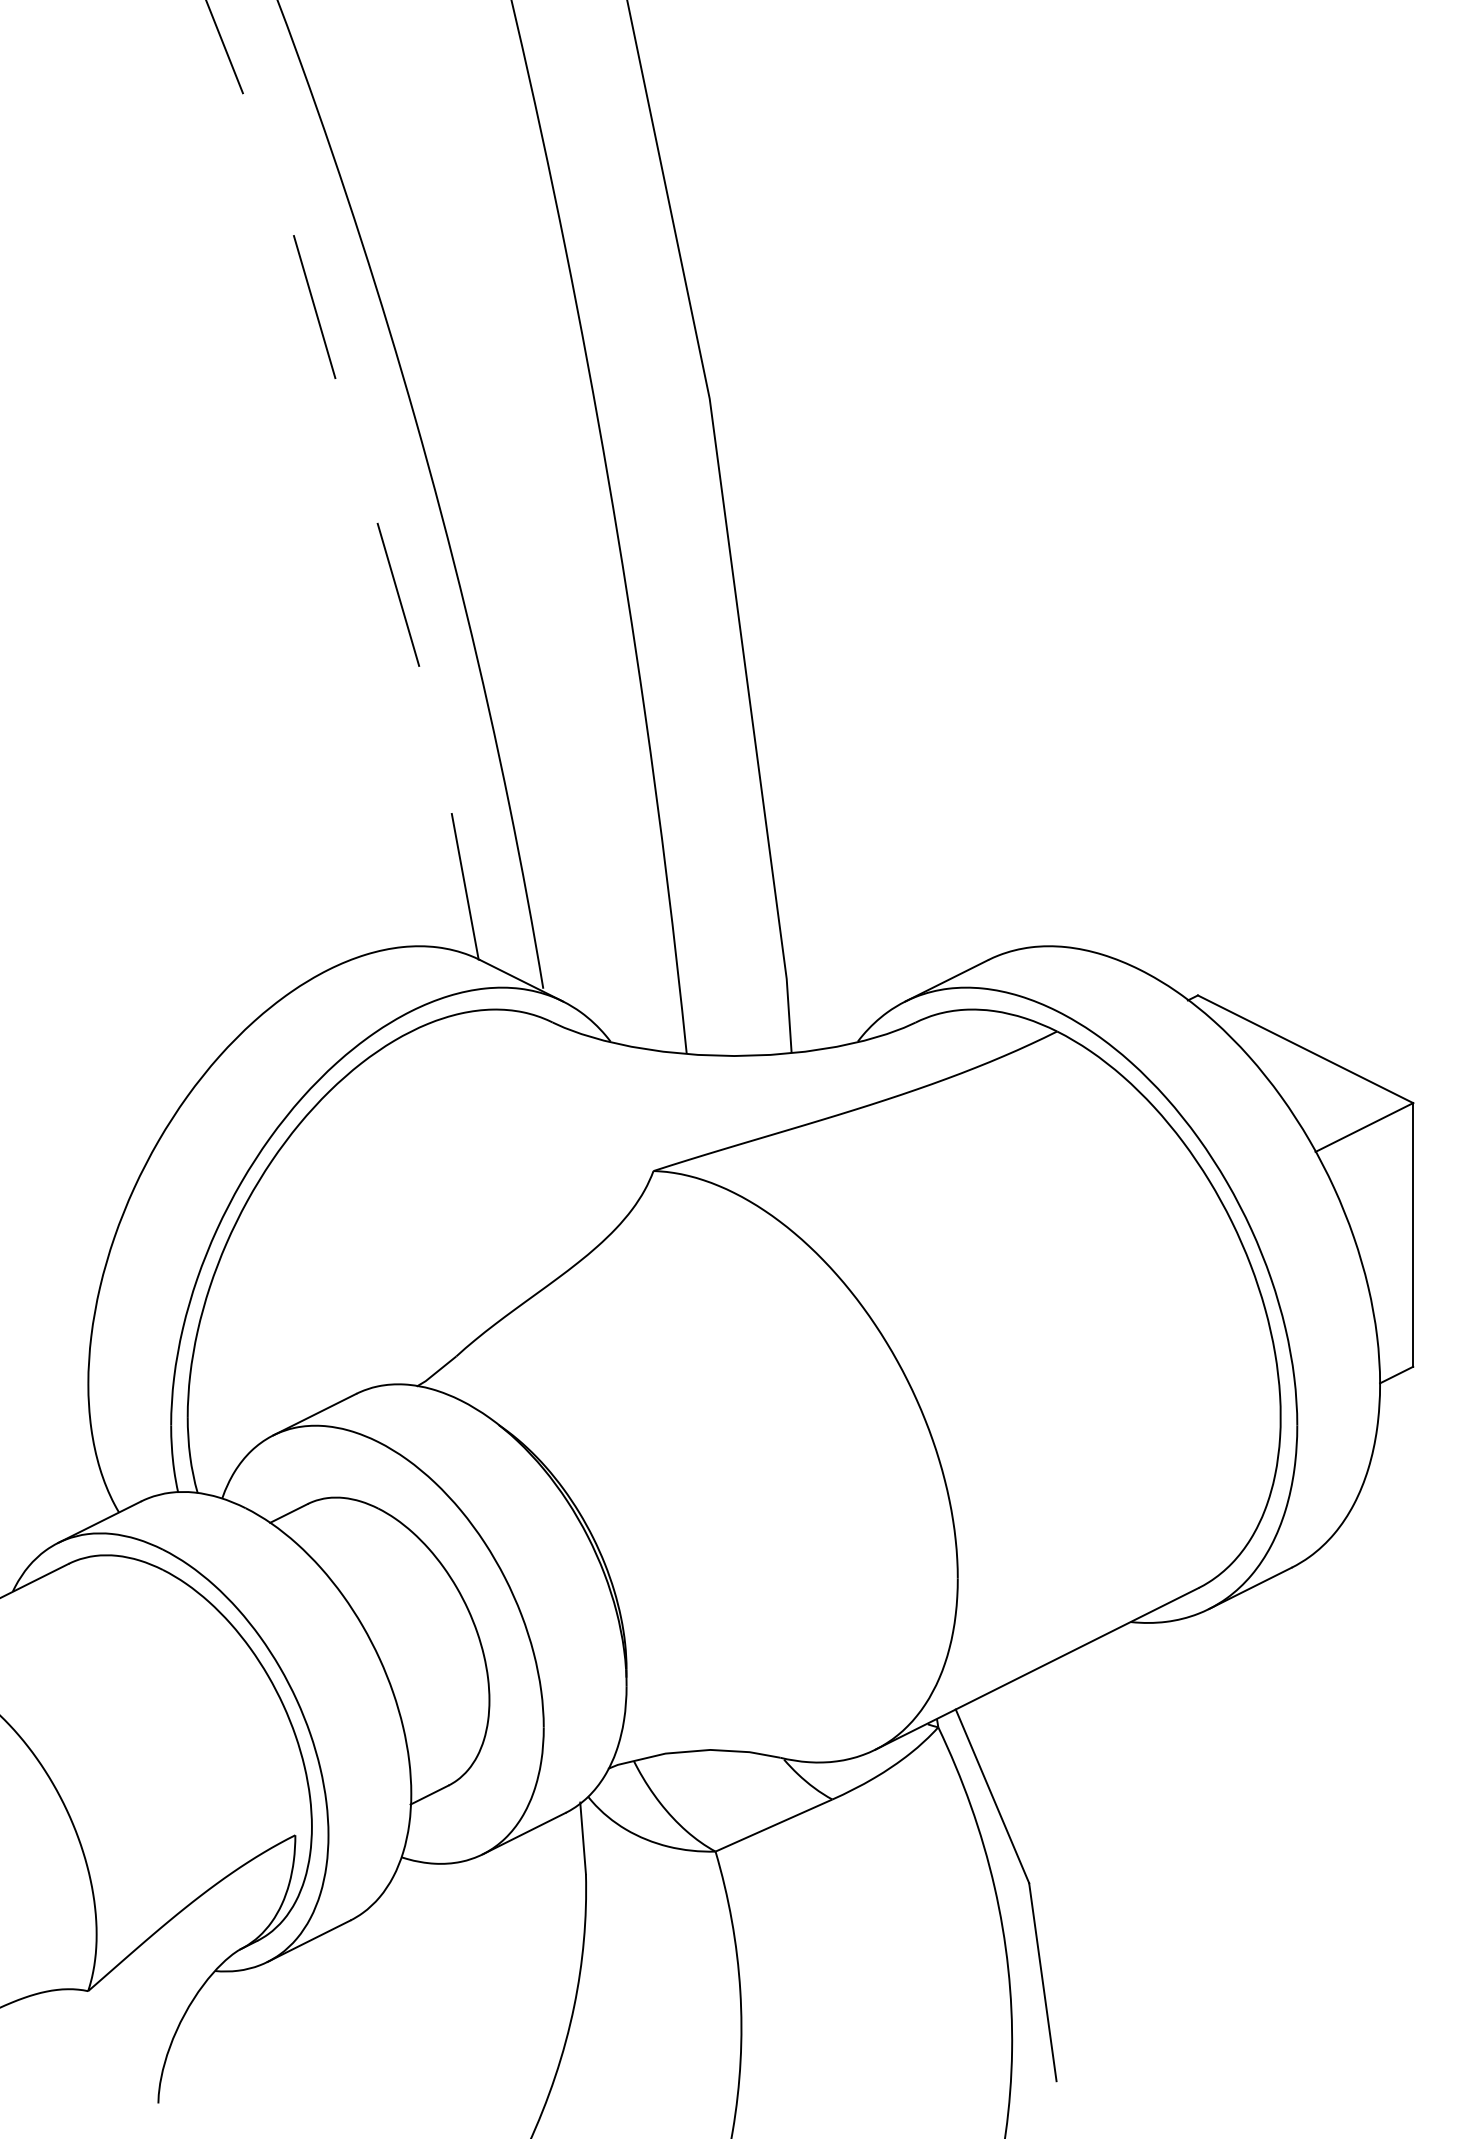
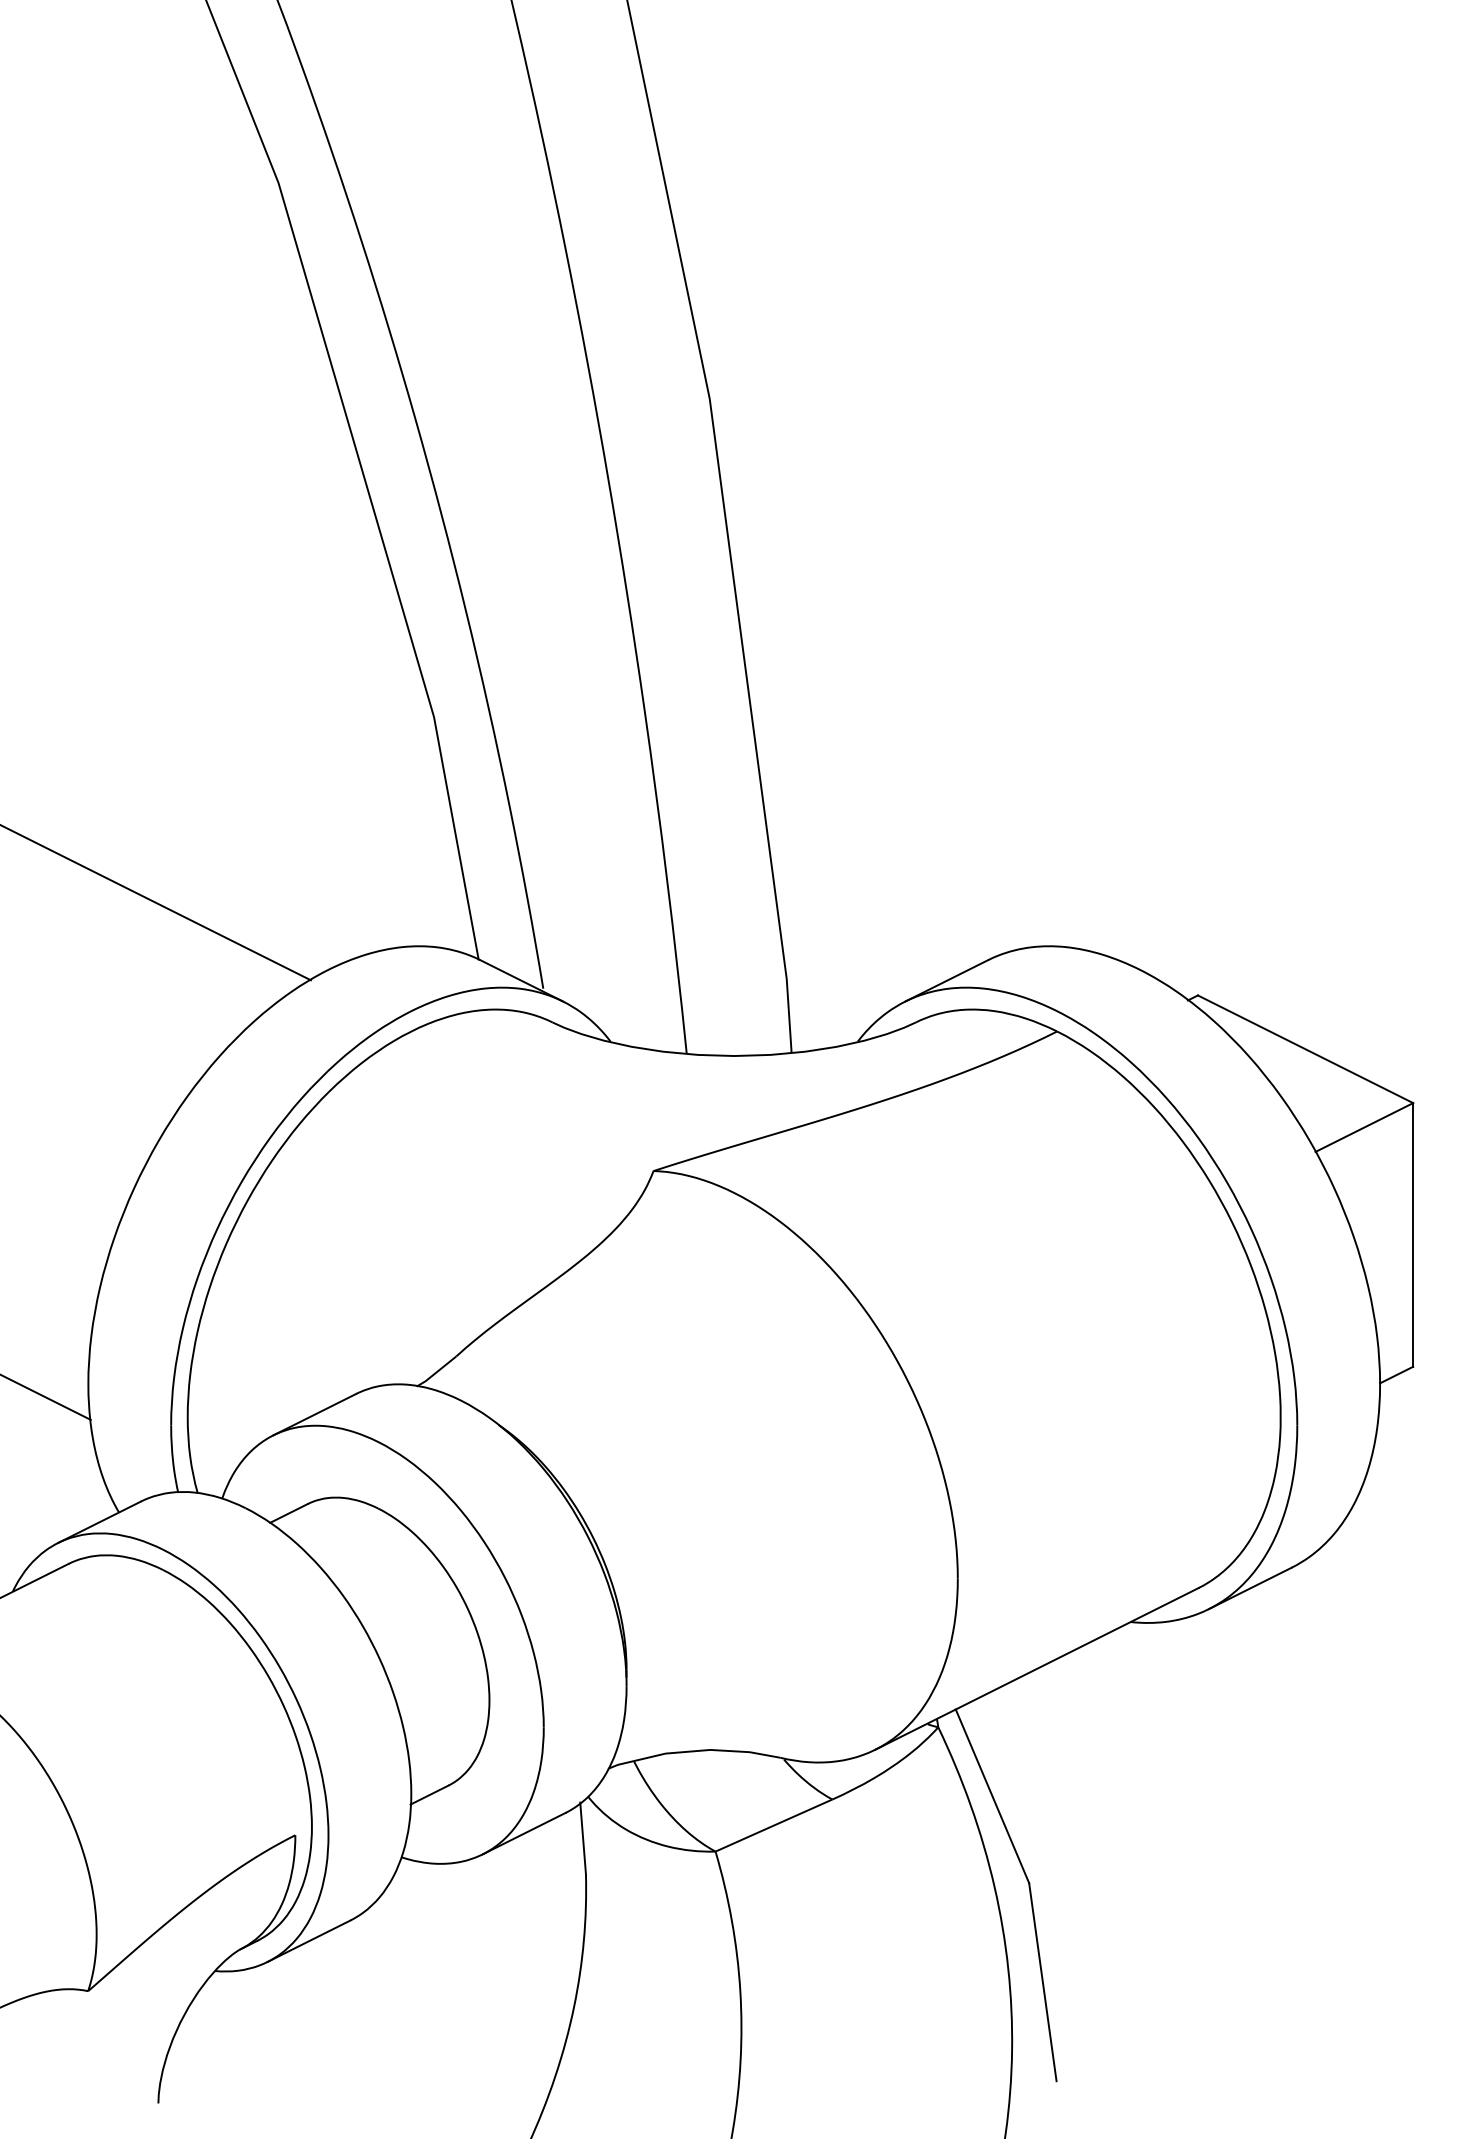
line at (363, 474): dashed -> solid
line at (156, 903): none -> present
line at (46, 1397): none -> present
